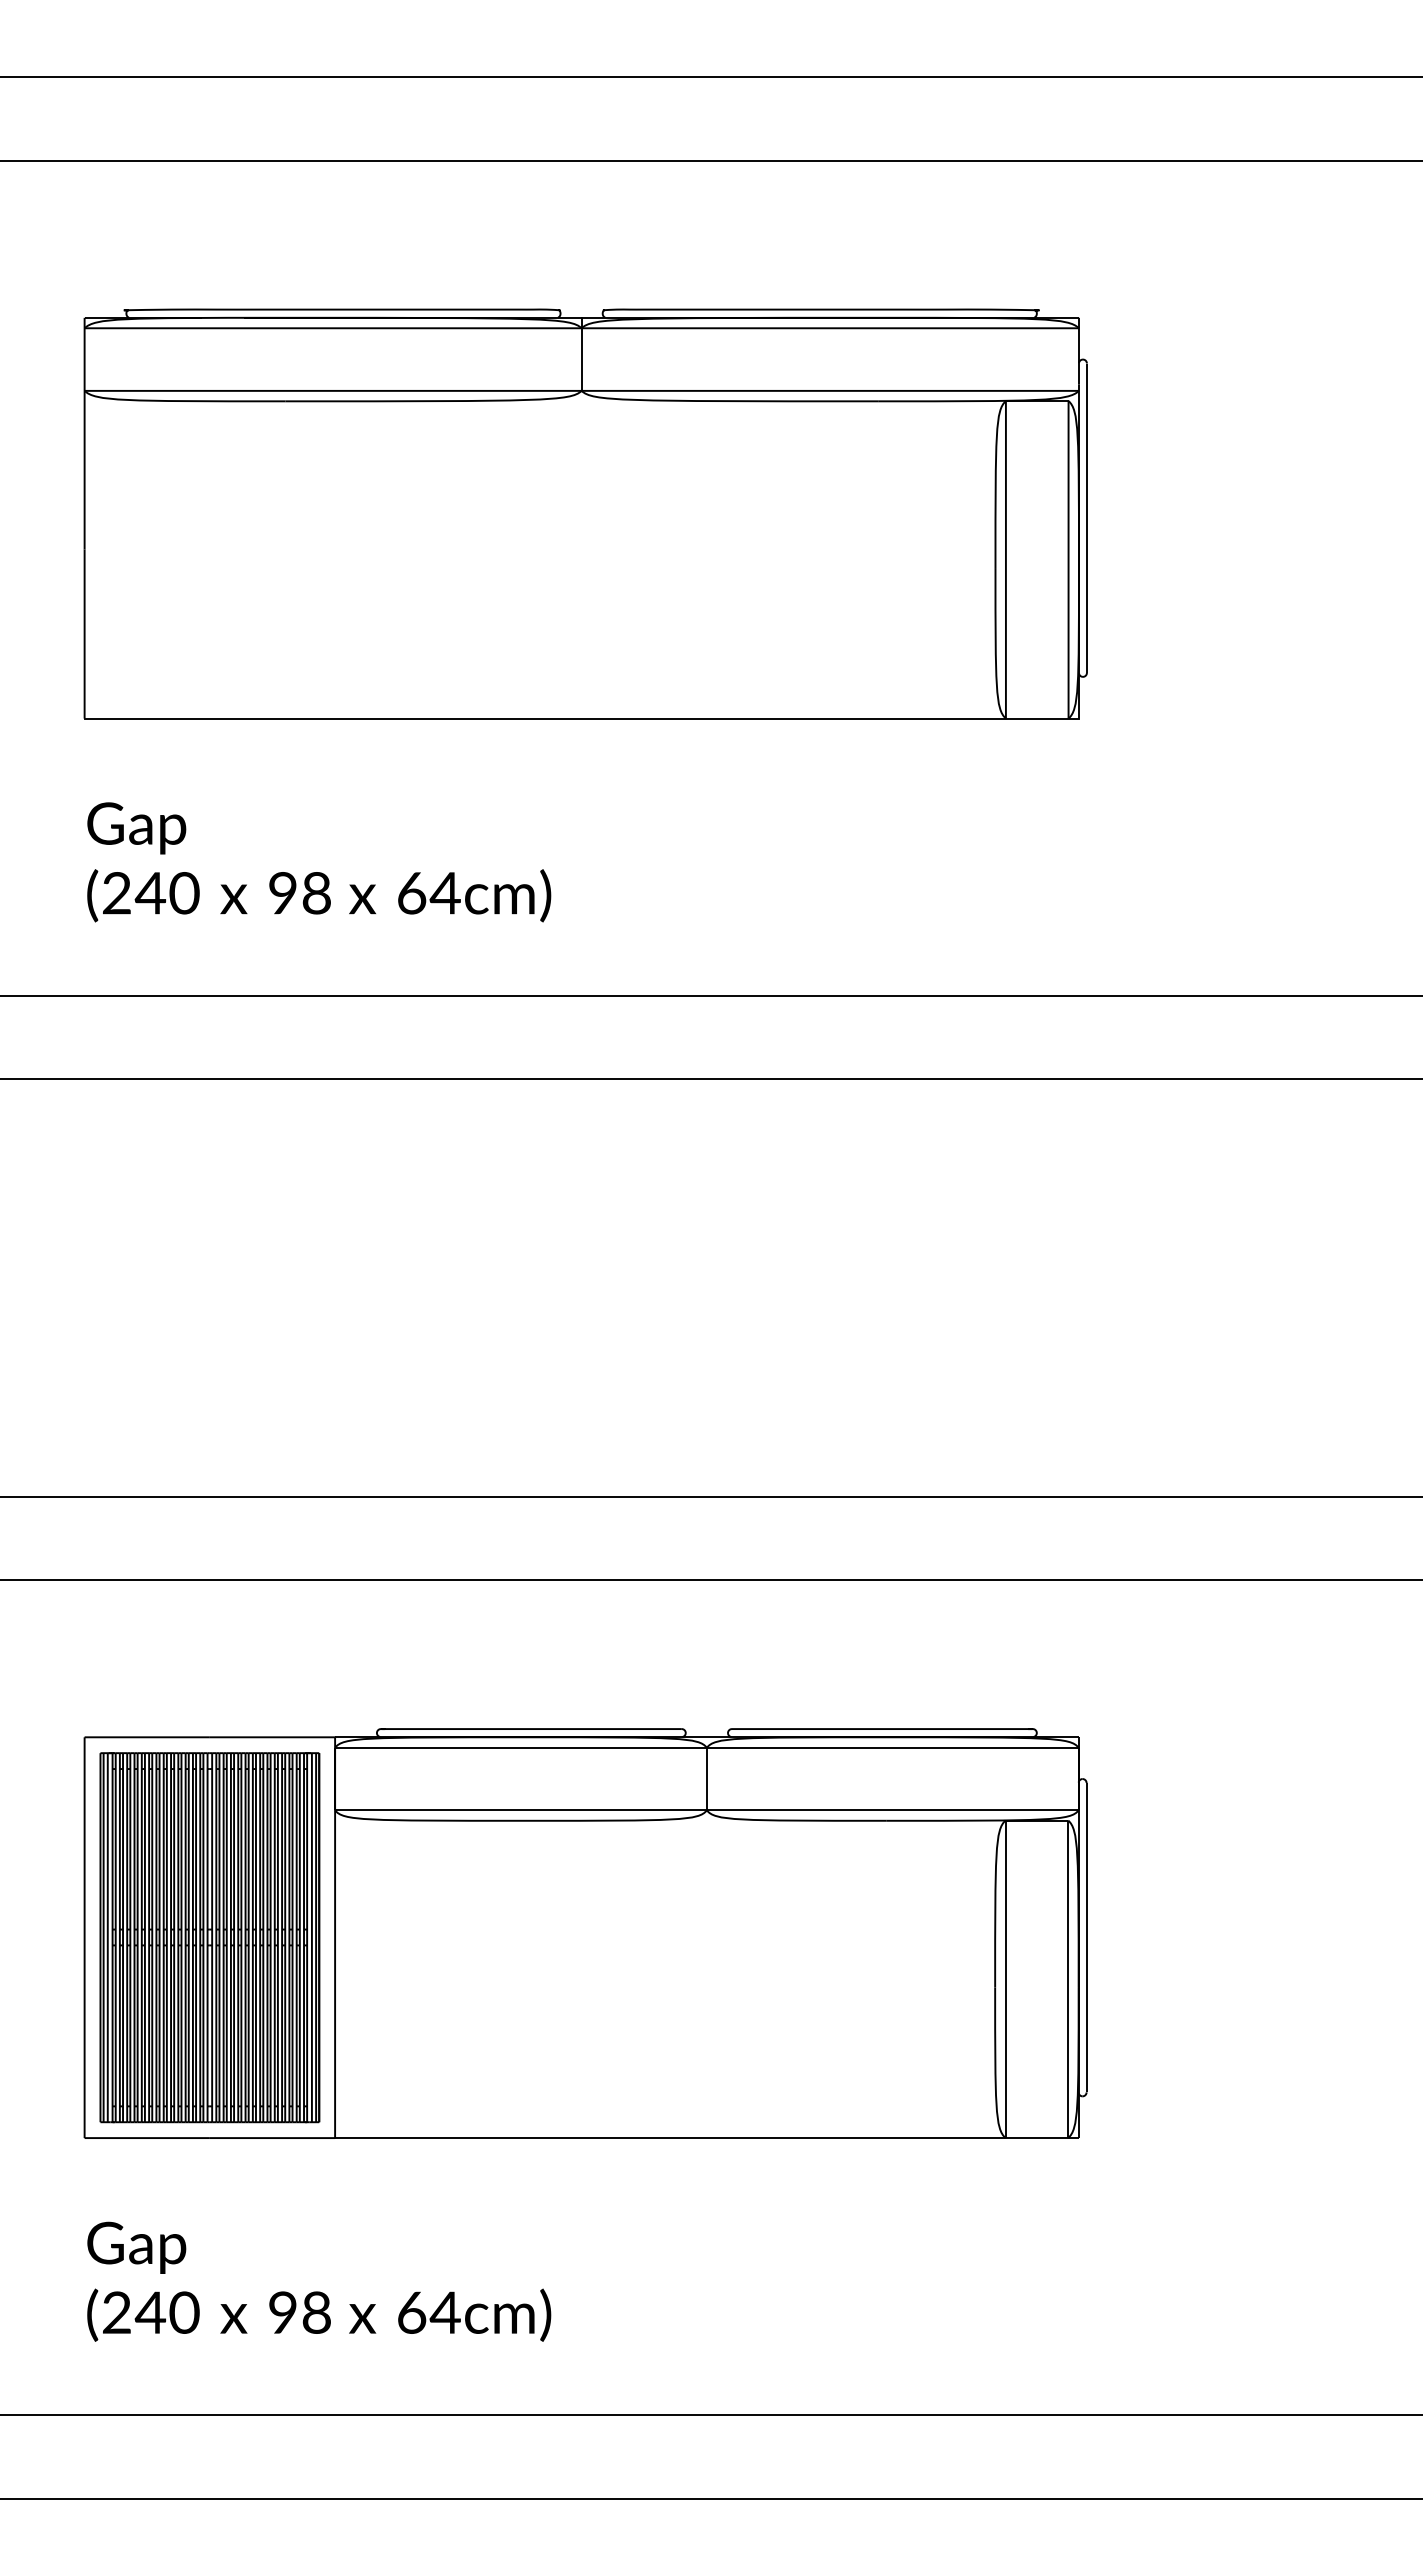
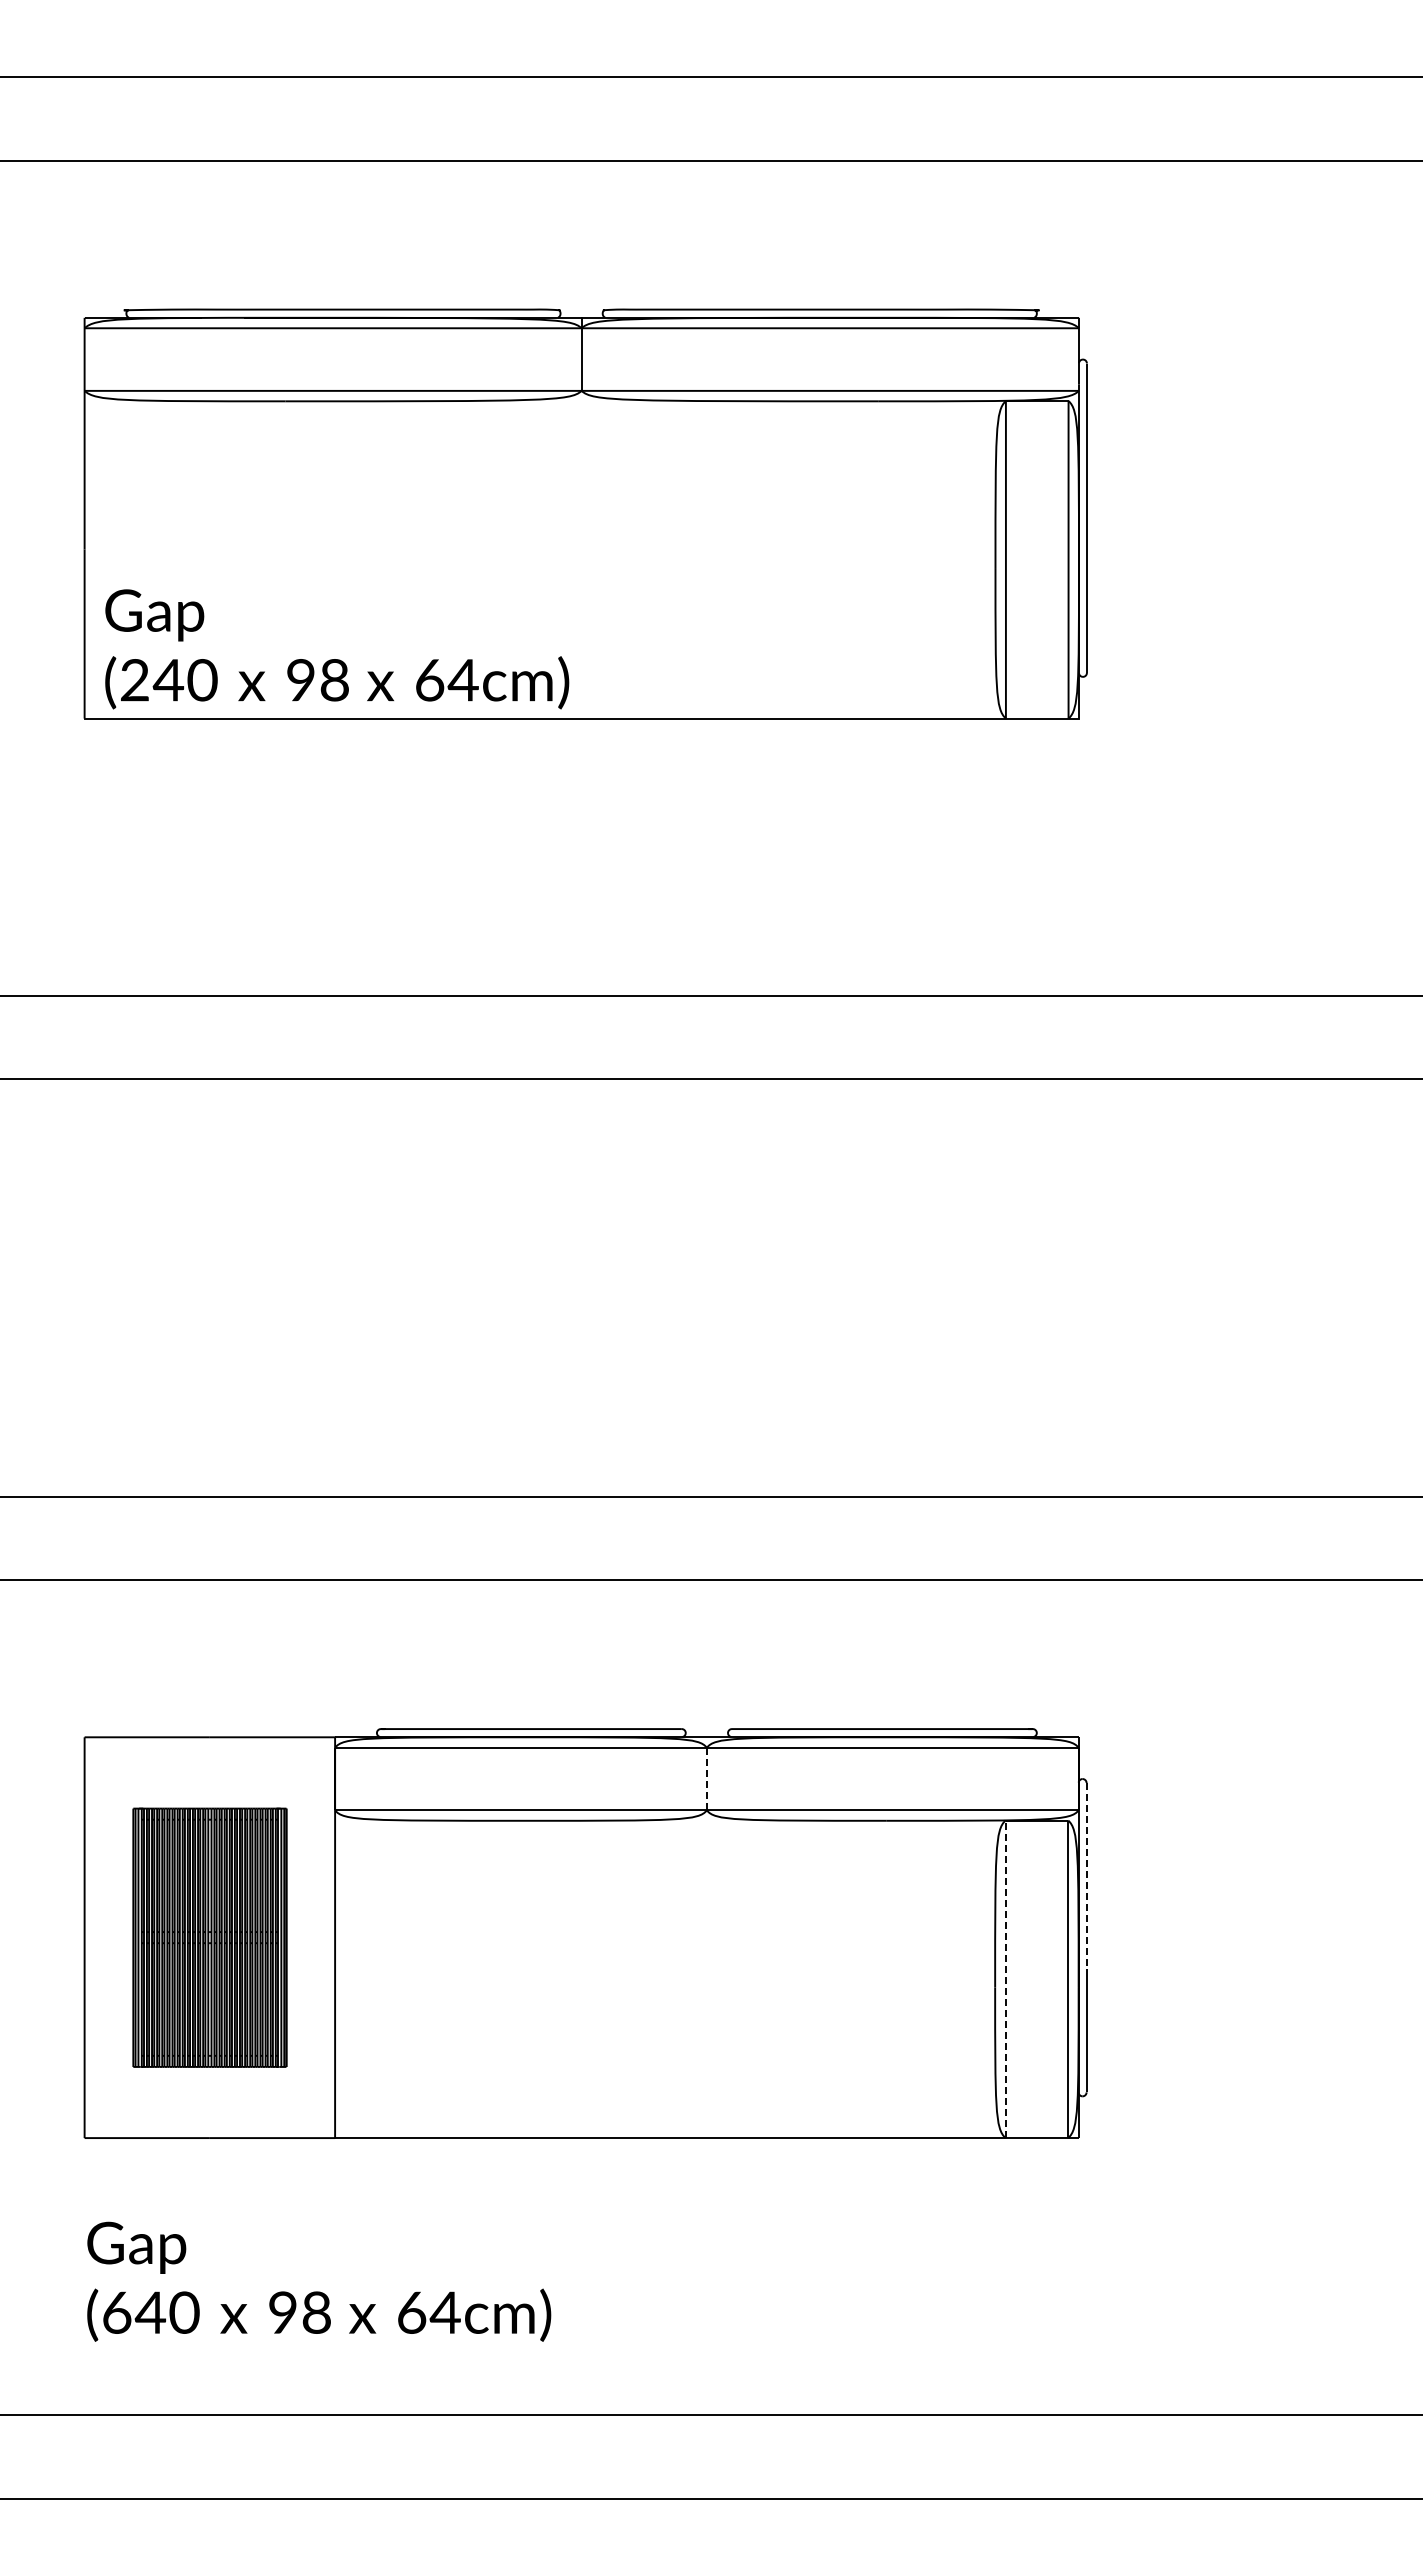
text at (319, 862) position: (319, 862) -> (337, 649)
line at (706, 1779): solid -> dashed
line at (1086, 1876): solid -> dashed
part at (209, 1937) size: 222x372 px -> 156x261 px
line at (1005, 1979): solid -> dashed
text at (117, 2312): (240 -> (640
